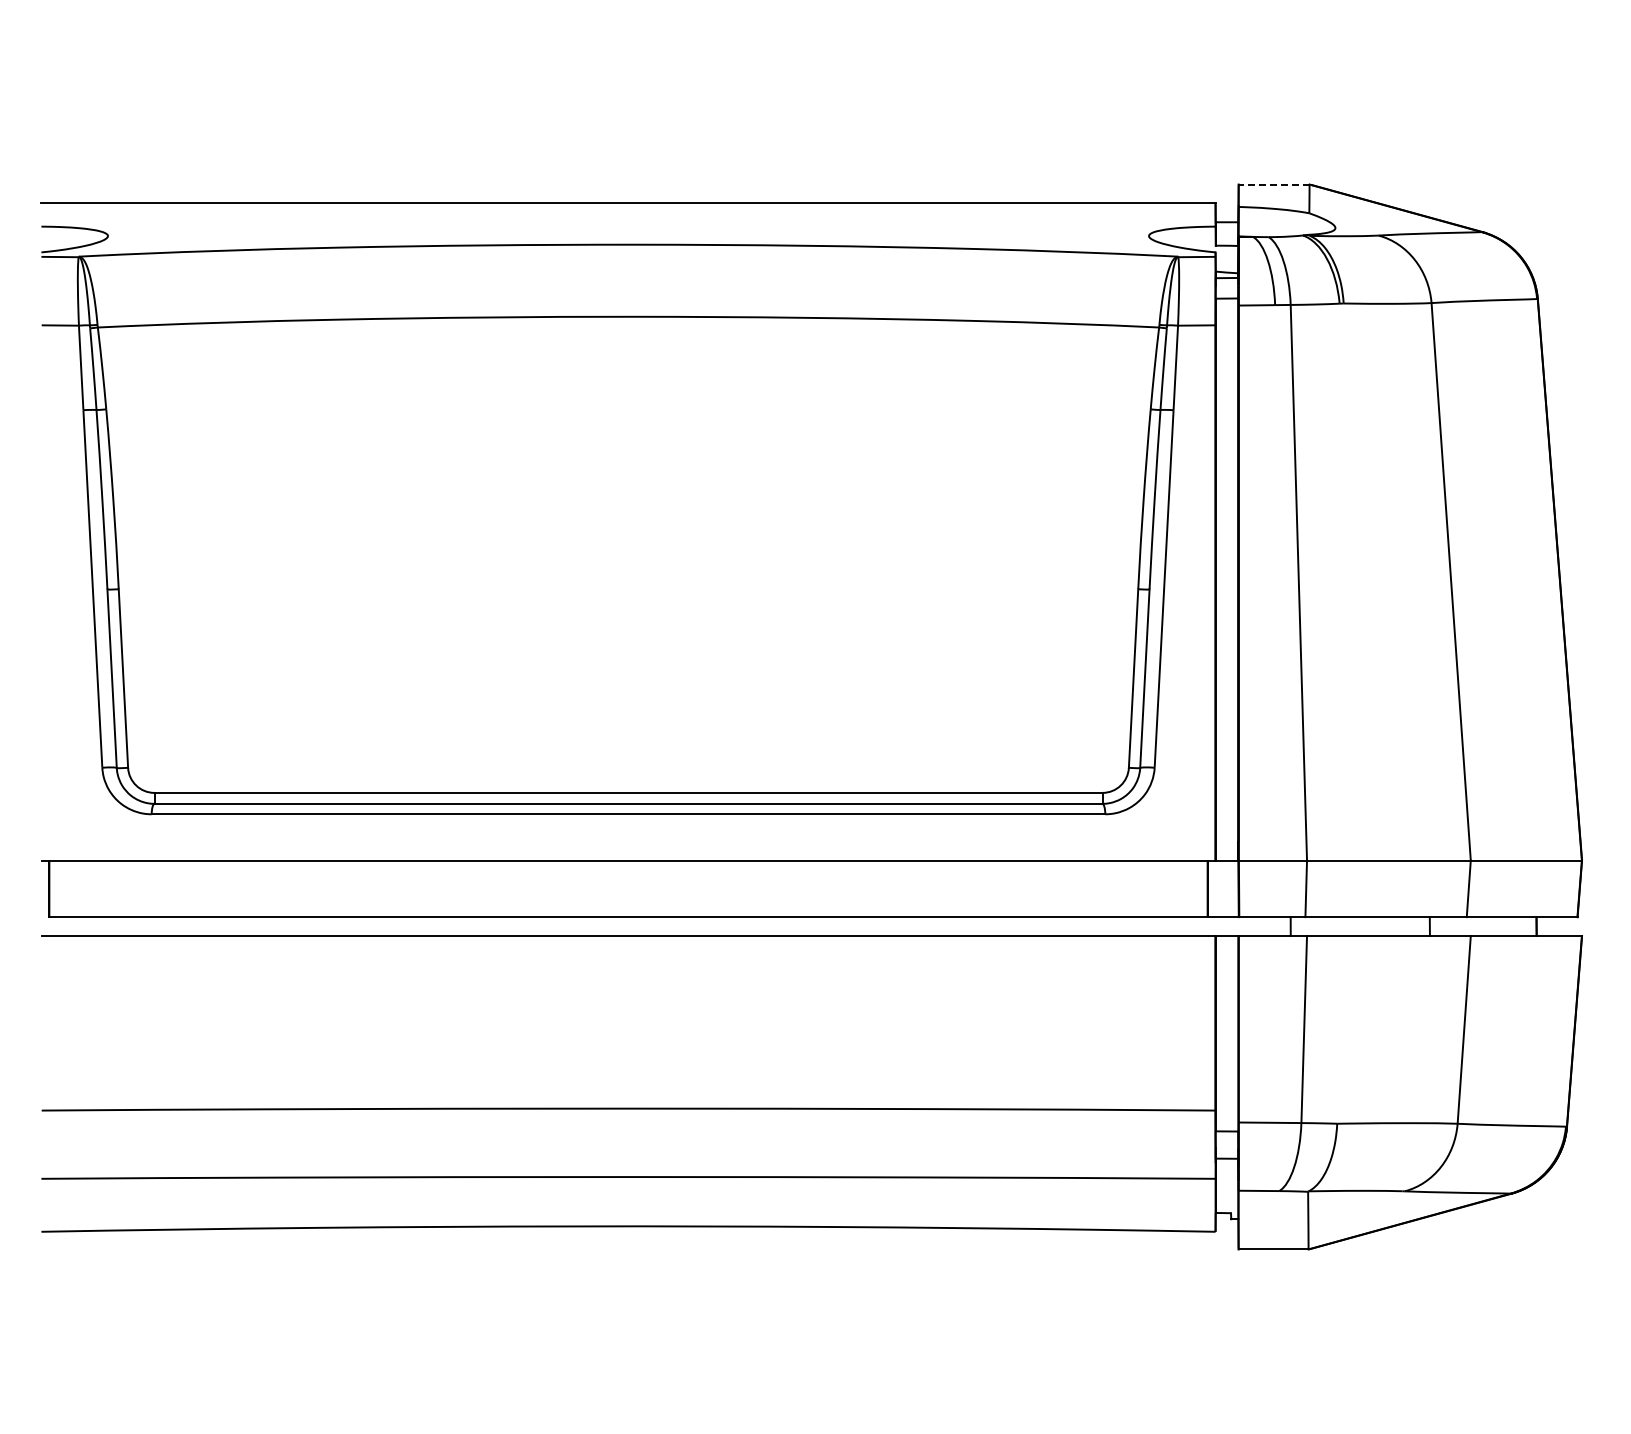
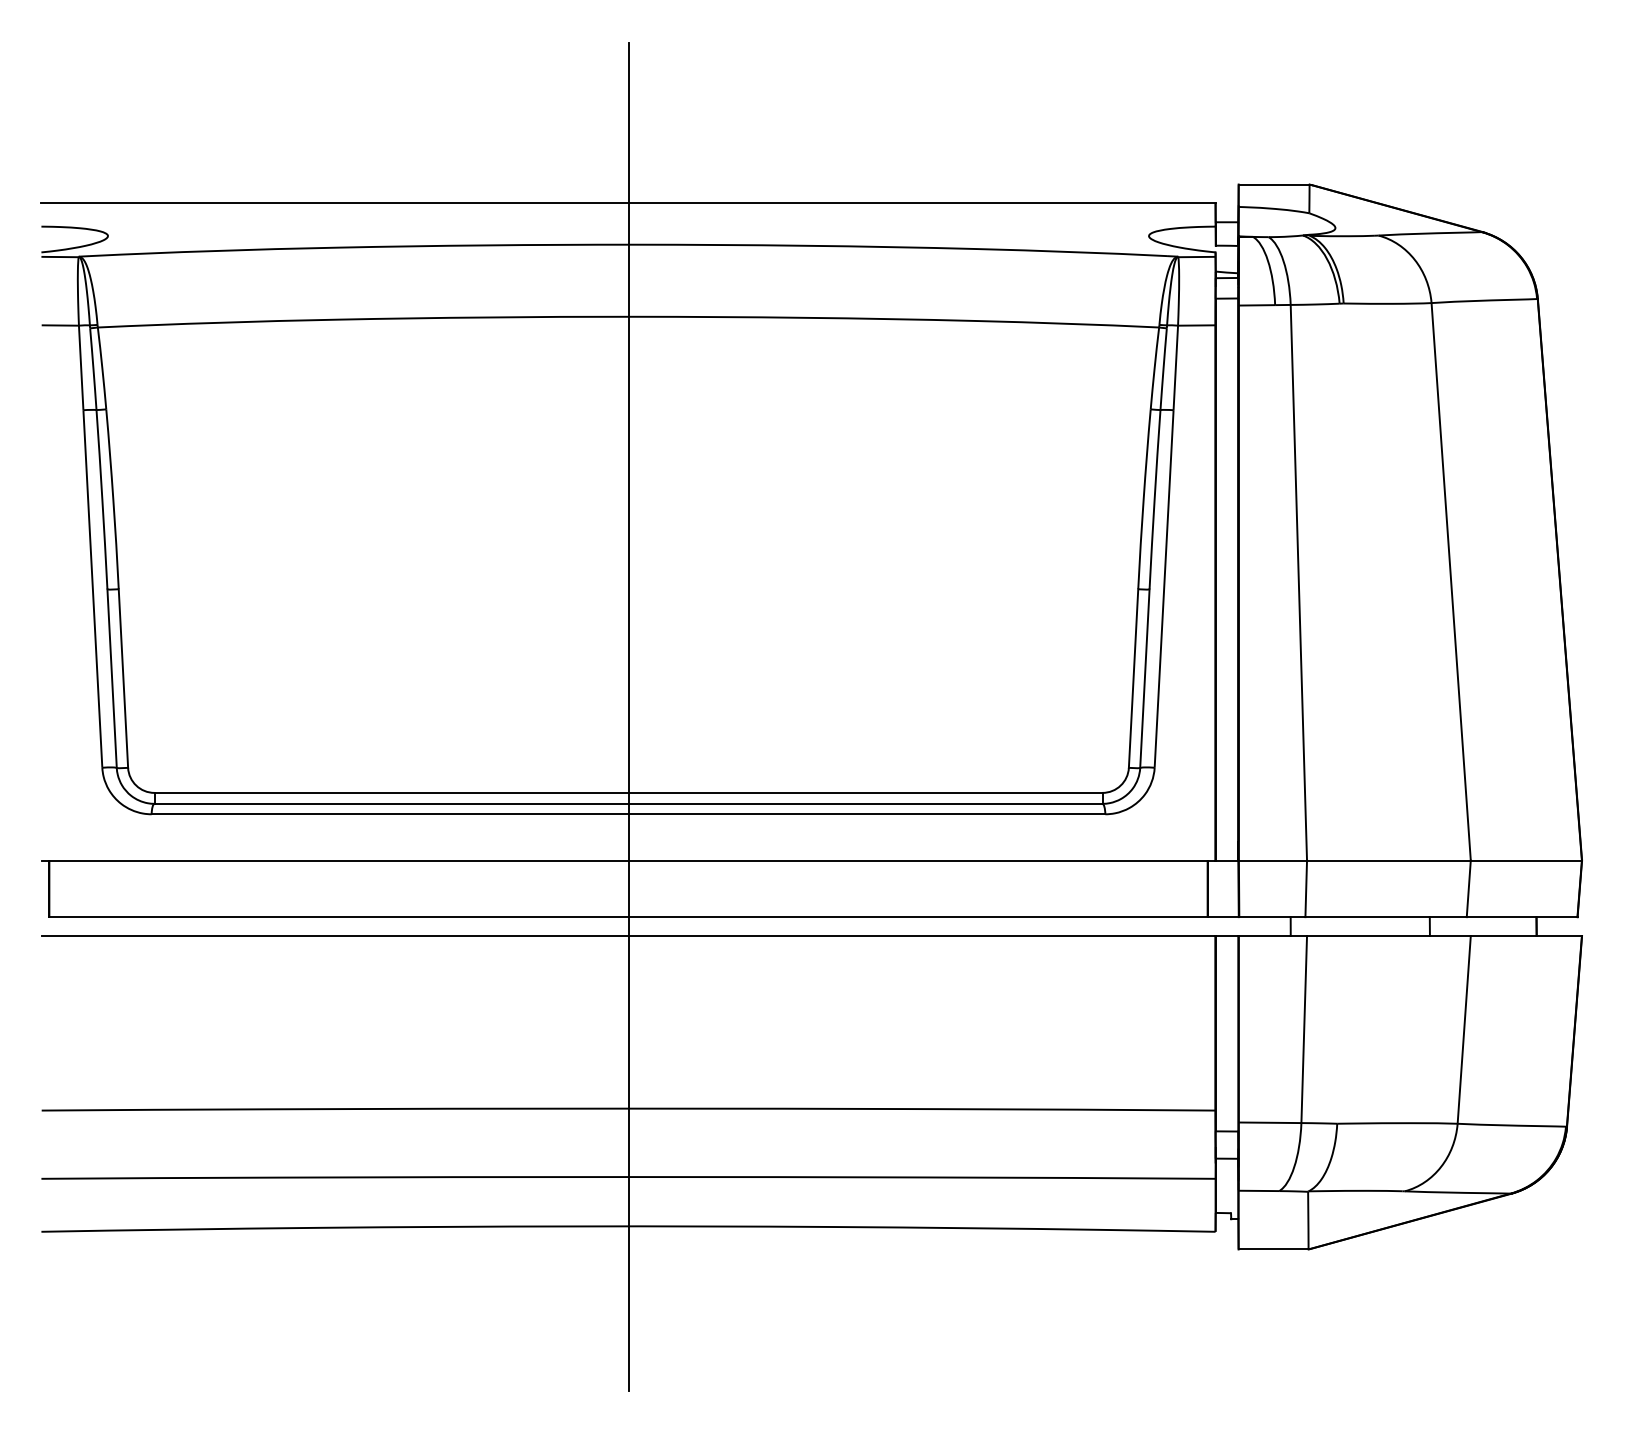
line at (1273, 184): dashed -> solid
line at (628, 716): none -> present
